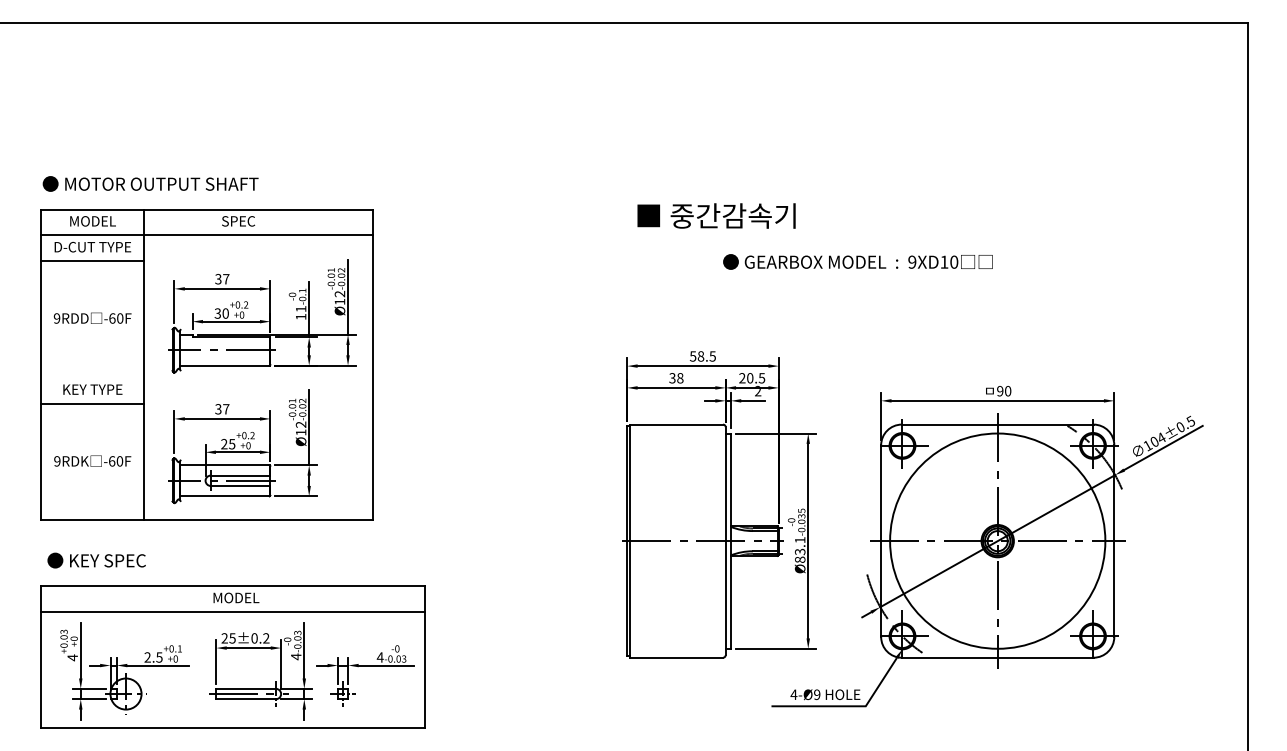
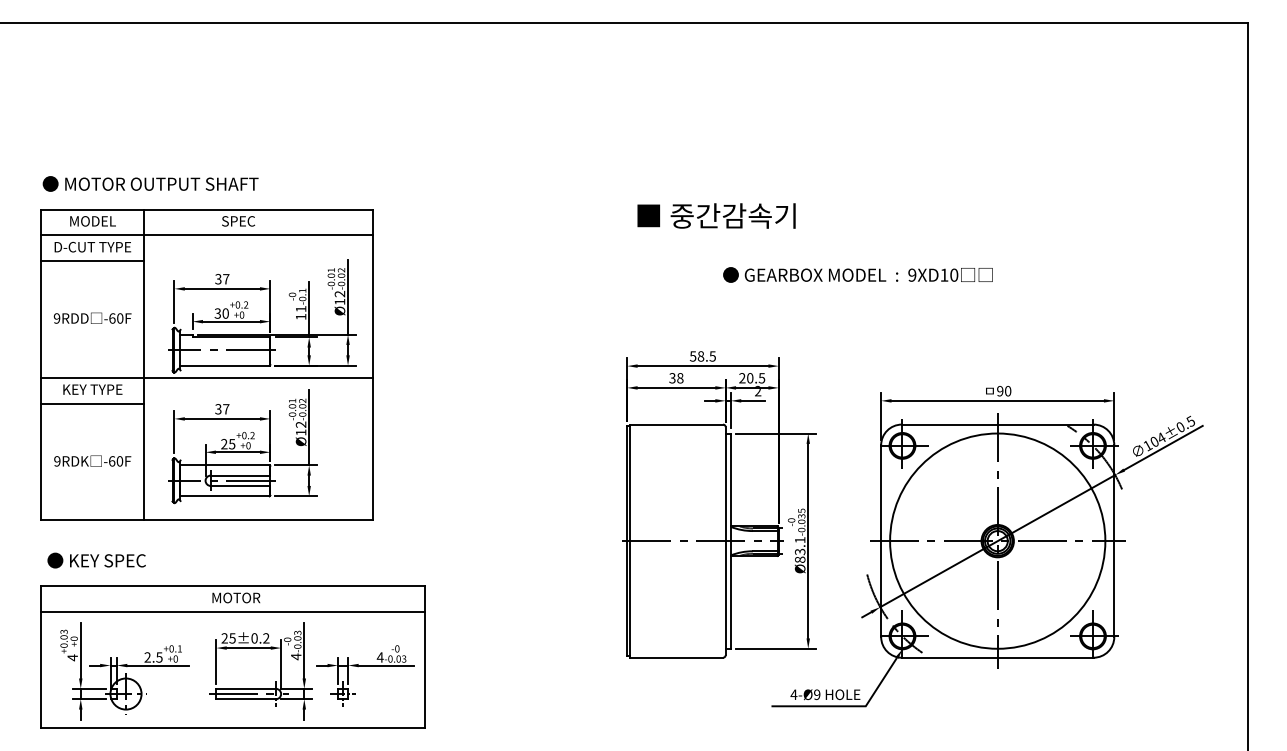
text at (857, 261) position: (857, 261) -> (857, 274)
line at (206, 377): none -> present
text at (236, 597): MODEL -> MOTOR
